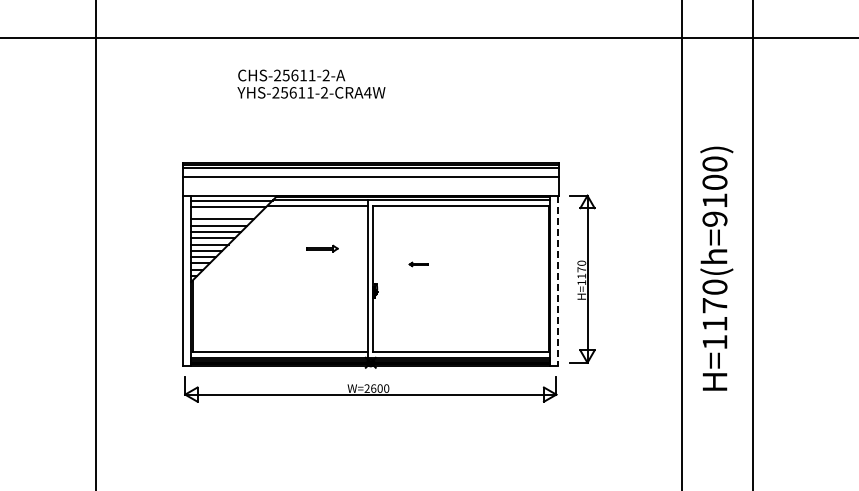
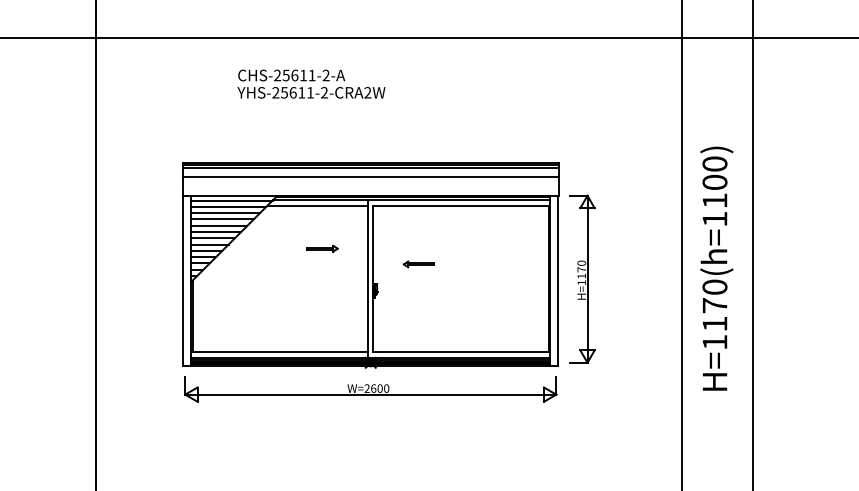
text at (367, 92): YHS-25611-2-CRA4W -> YHS-25611-2-CRA2W
line at (225, 213): none -> present
text at (714, 218): H=1170(h=9100) -> H=1170(h=1100)
part at (418, 264) size: 21x7 px -> 33x9 px
line at (558, 281): dashed -> solid
